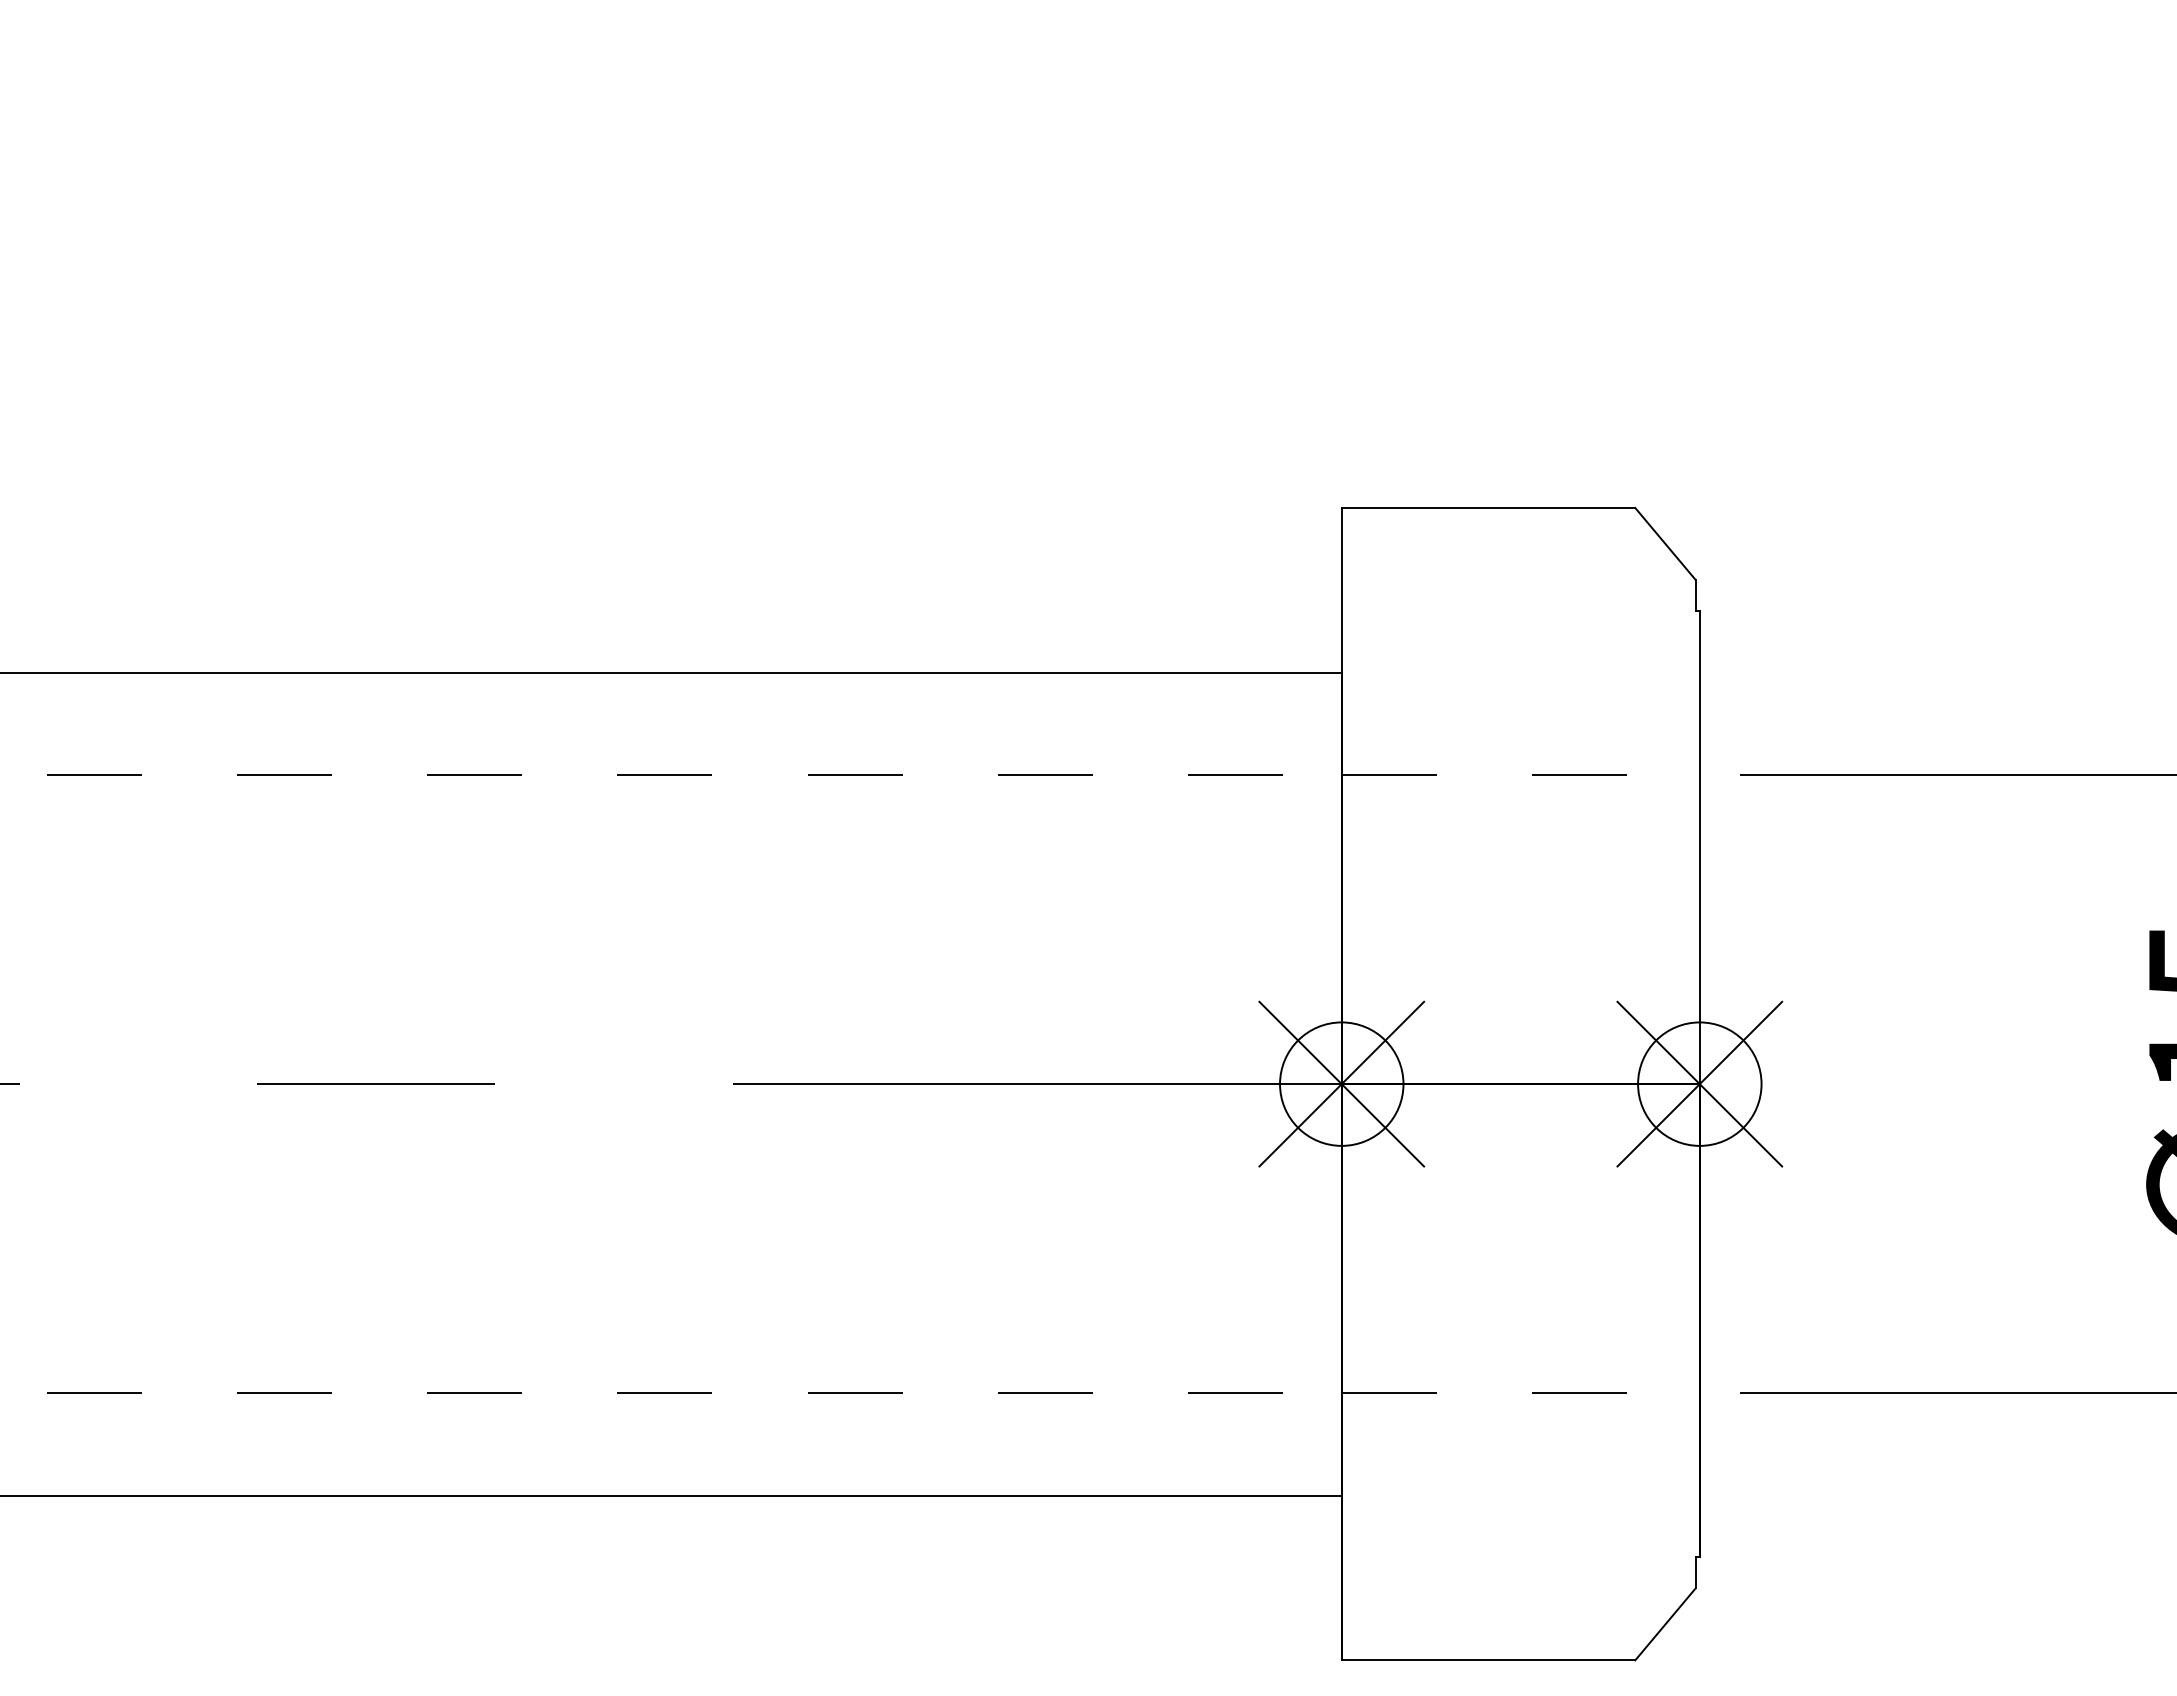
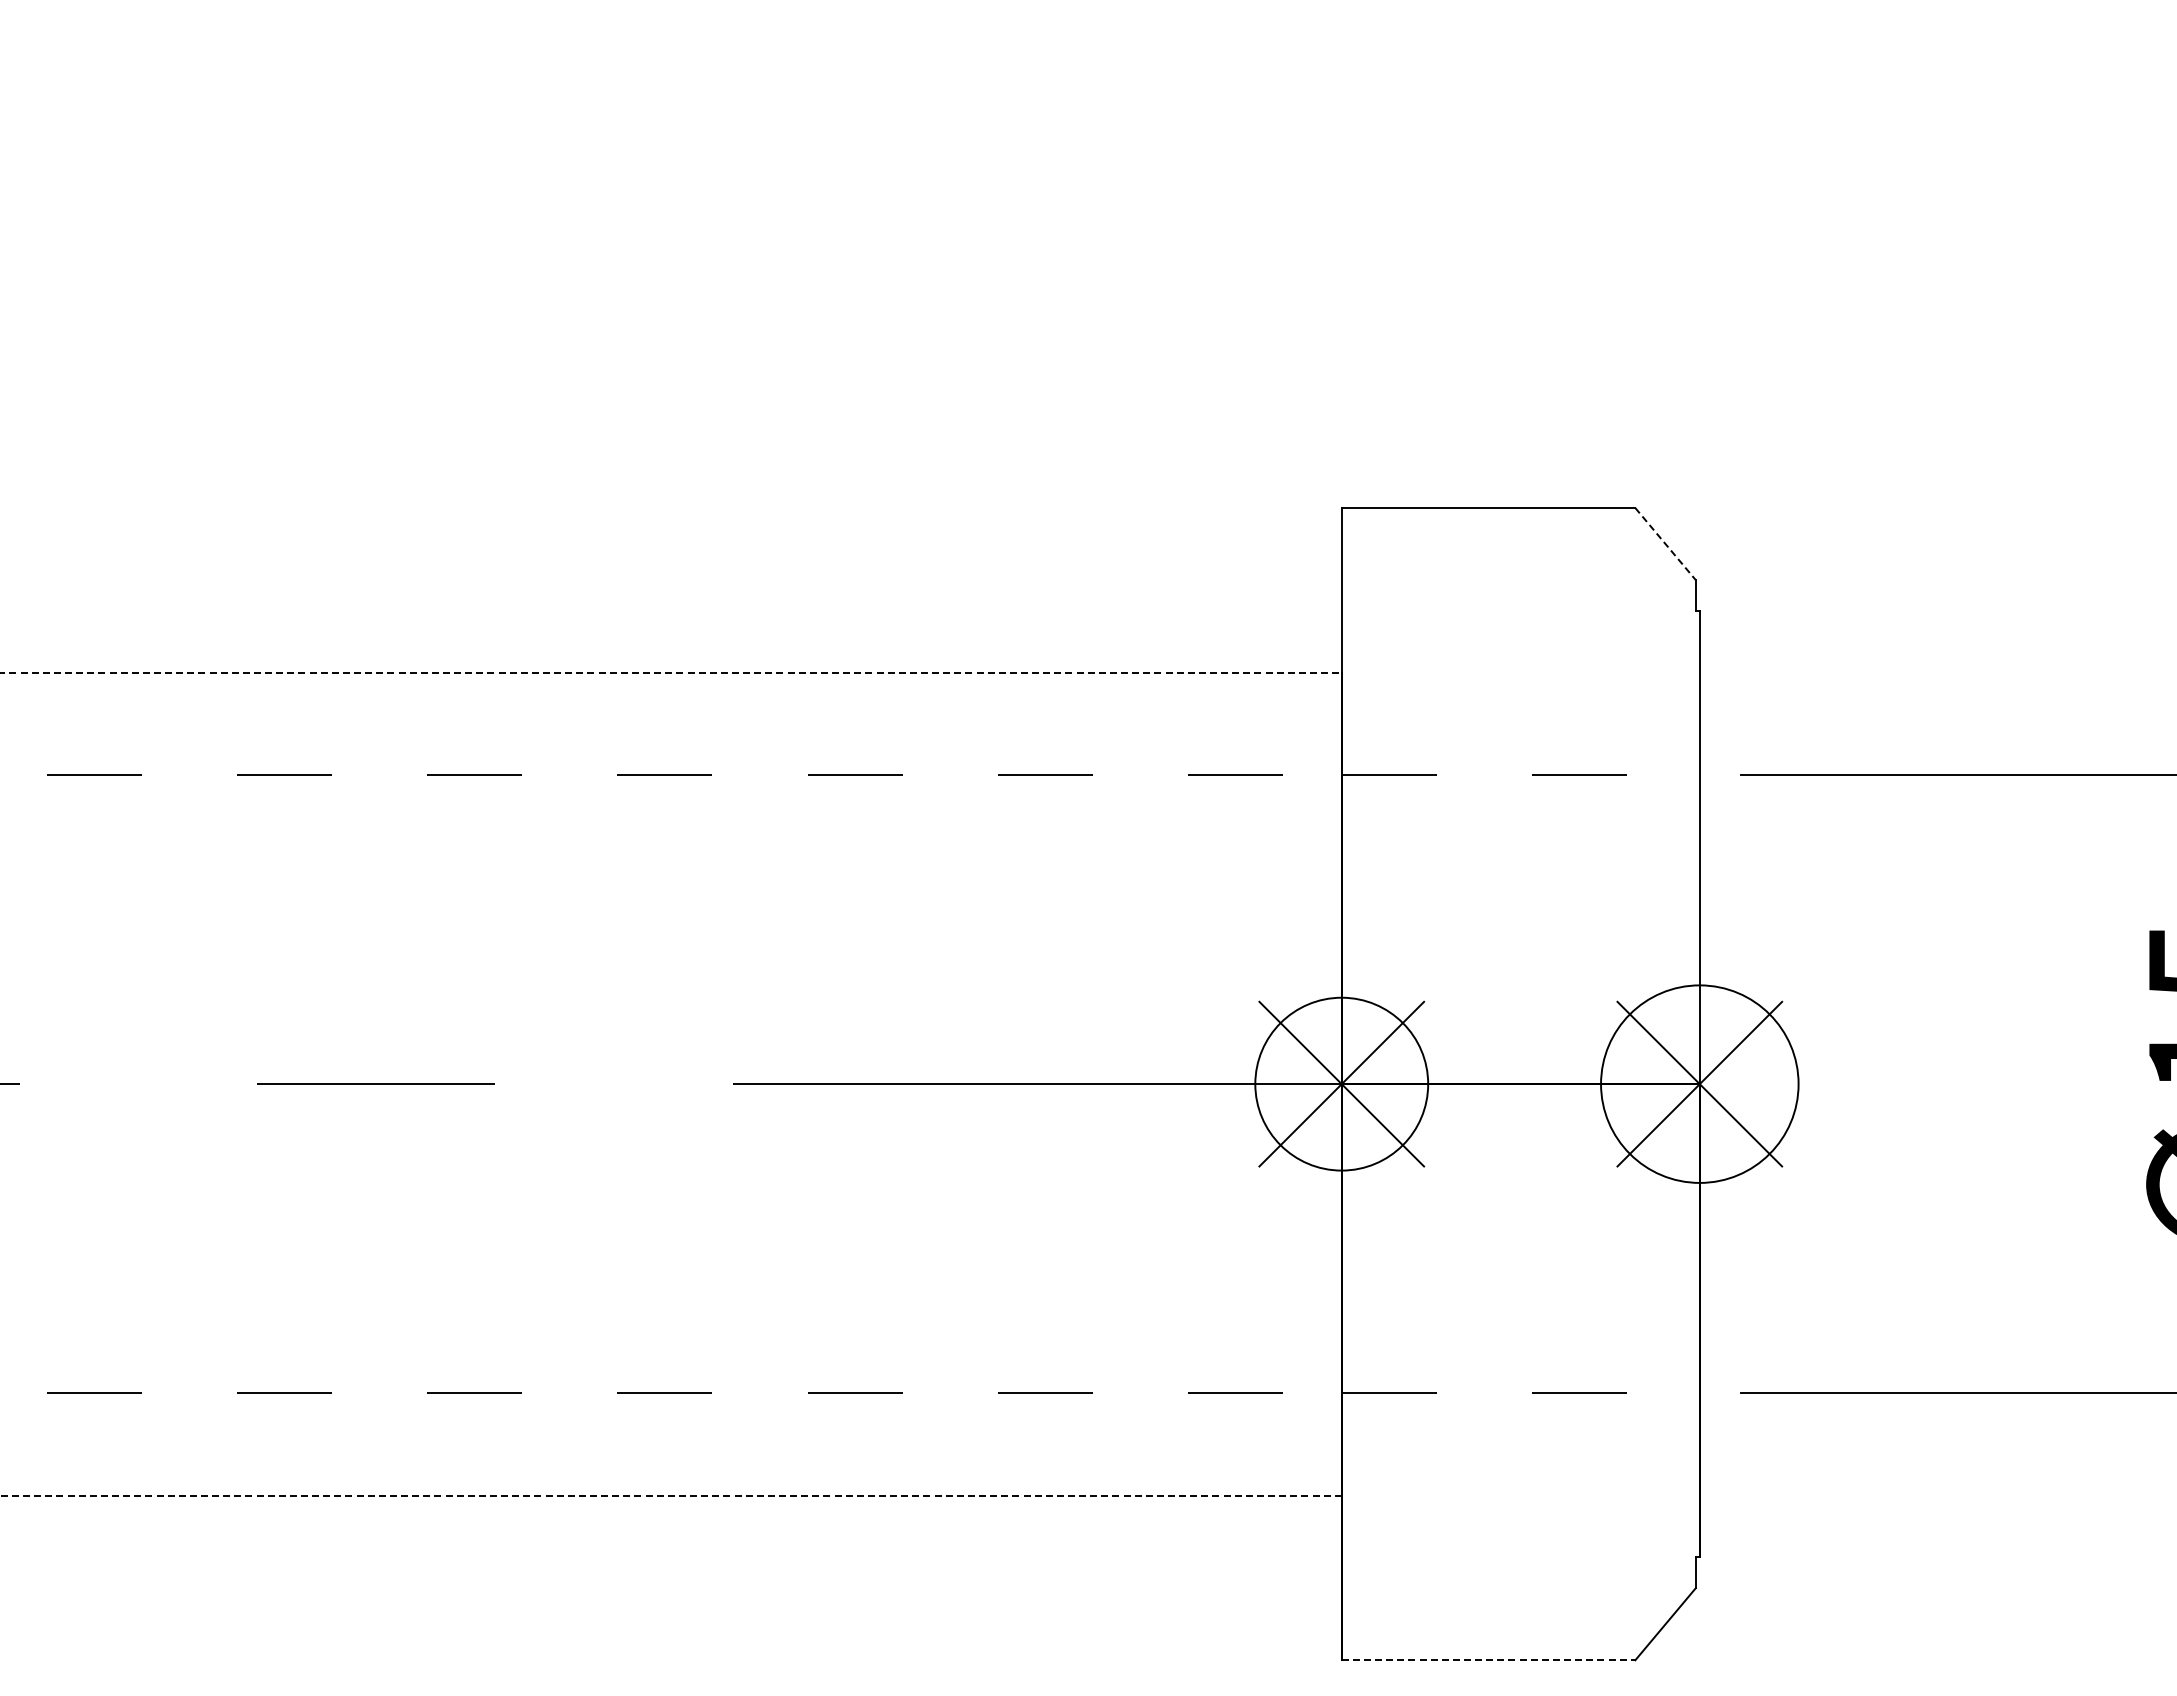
line at (1665, 544): solid -> dashed
line at (670, 672): solid -> dashed
circle at (1341, 1083) diameter: 123 px -> 173 px
circle at (1699, 1083) diameter: 123 px -> 198 px
line at (670, 1495): solid -> dashed
line at (1488, 1660): solid -> dashed
